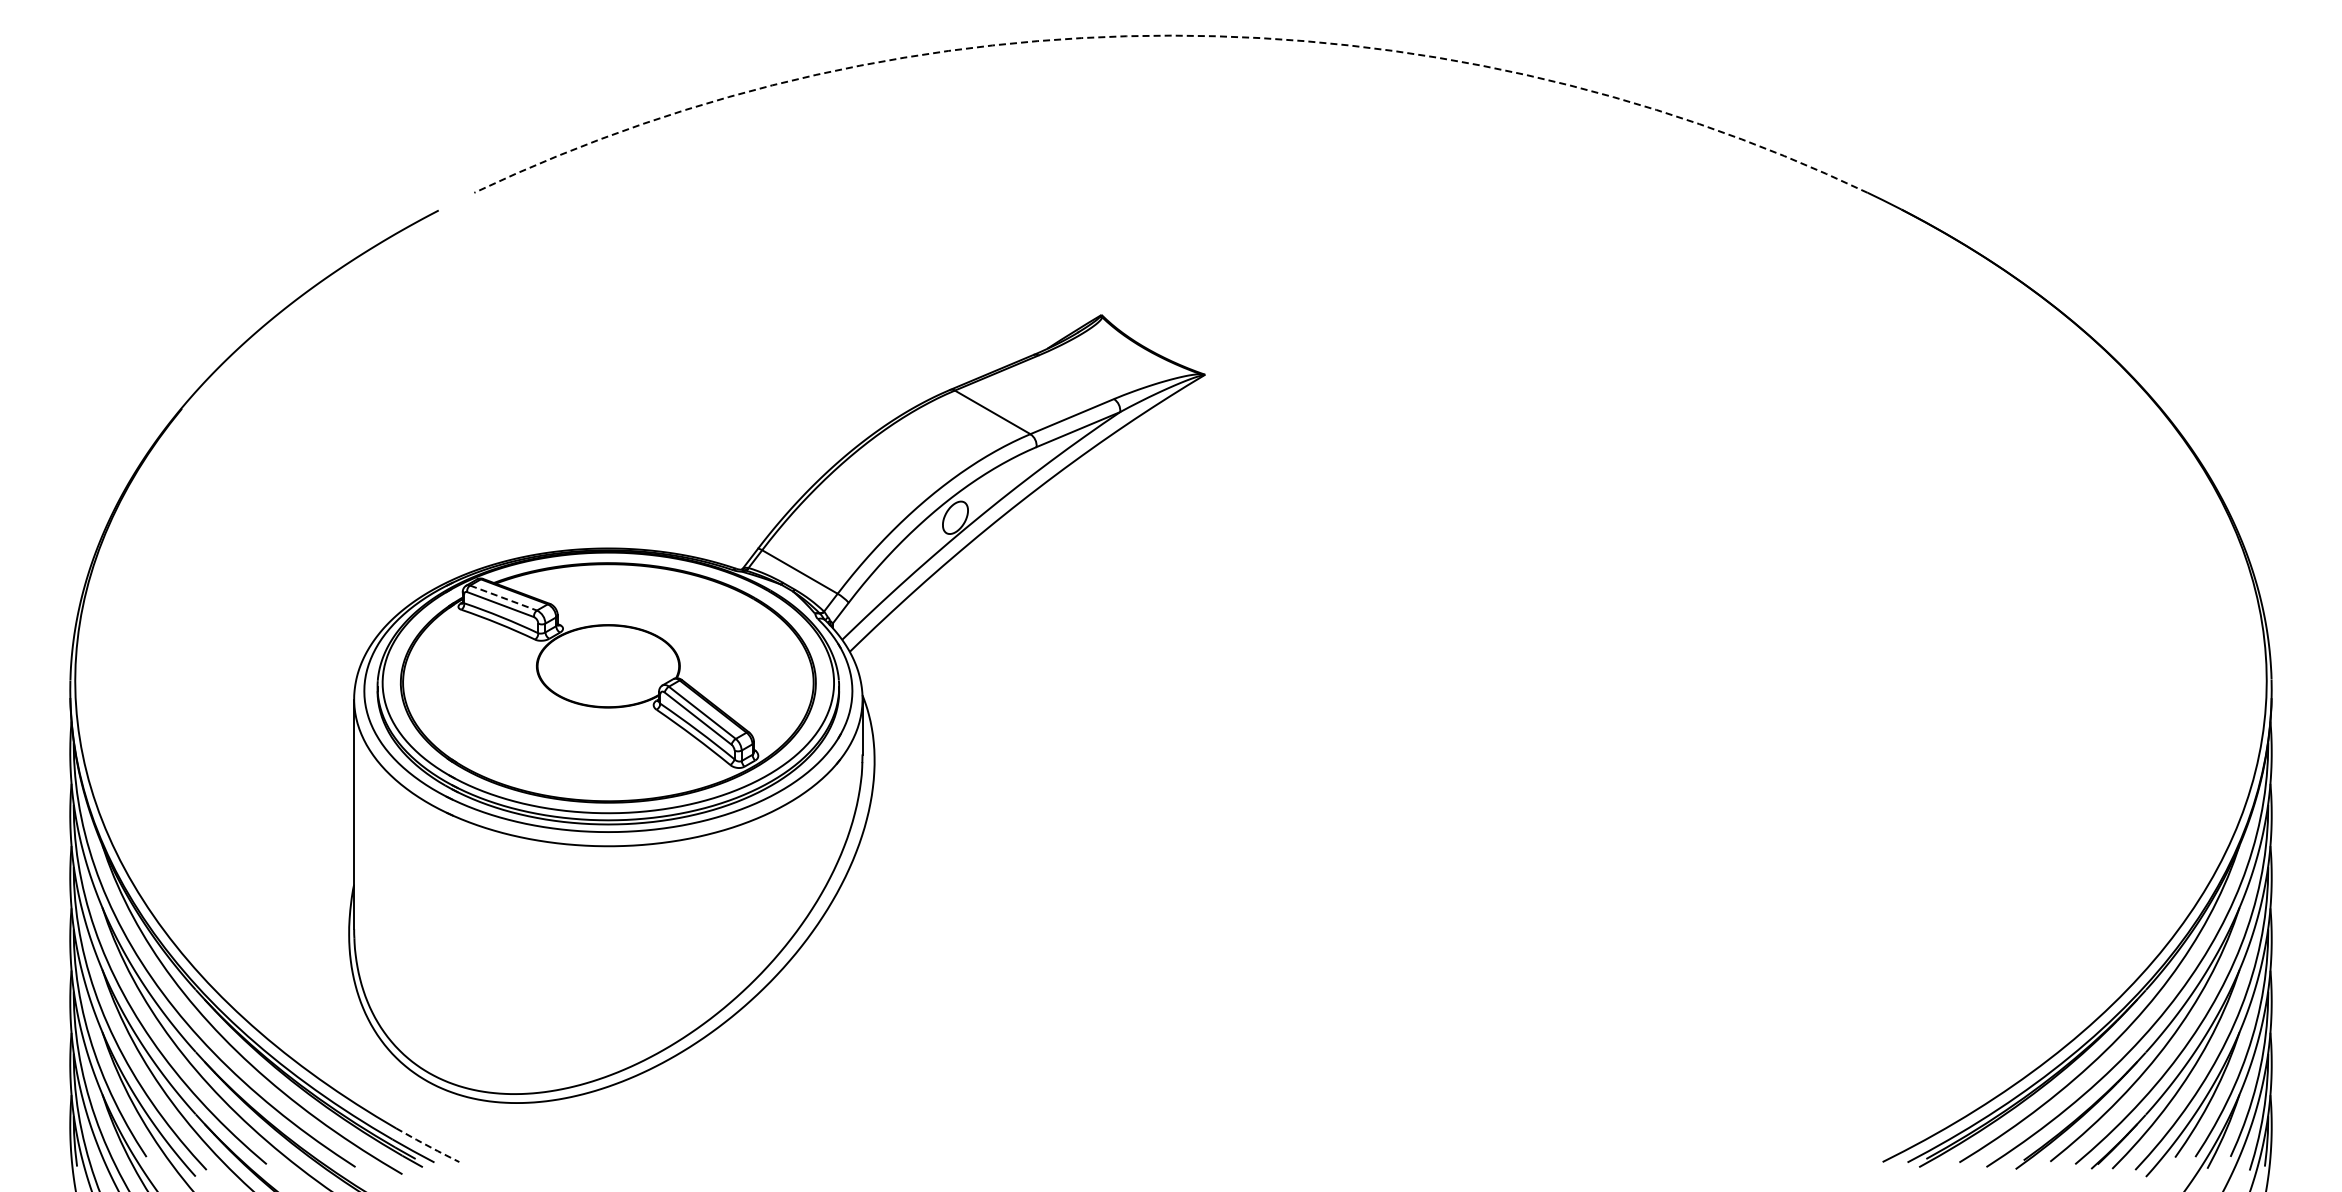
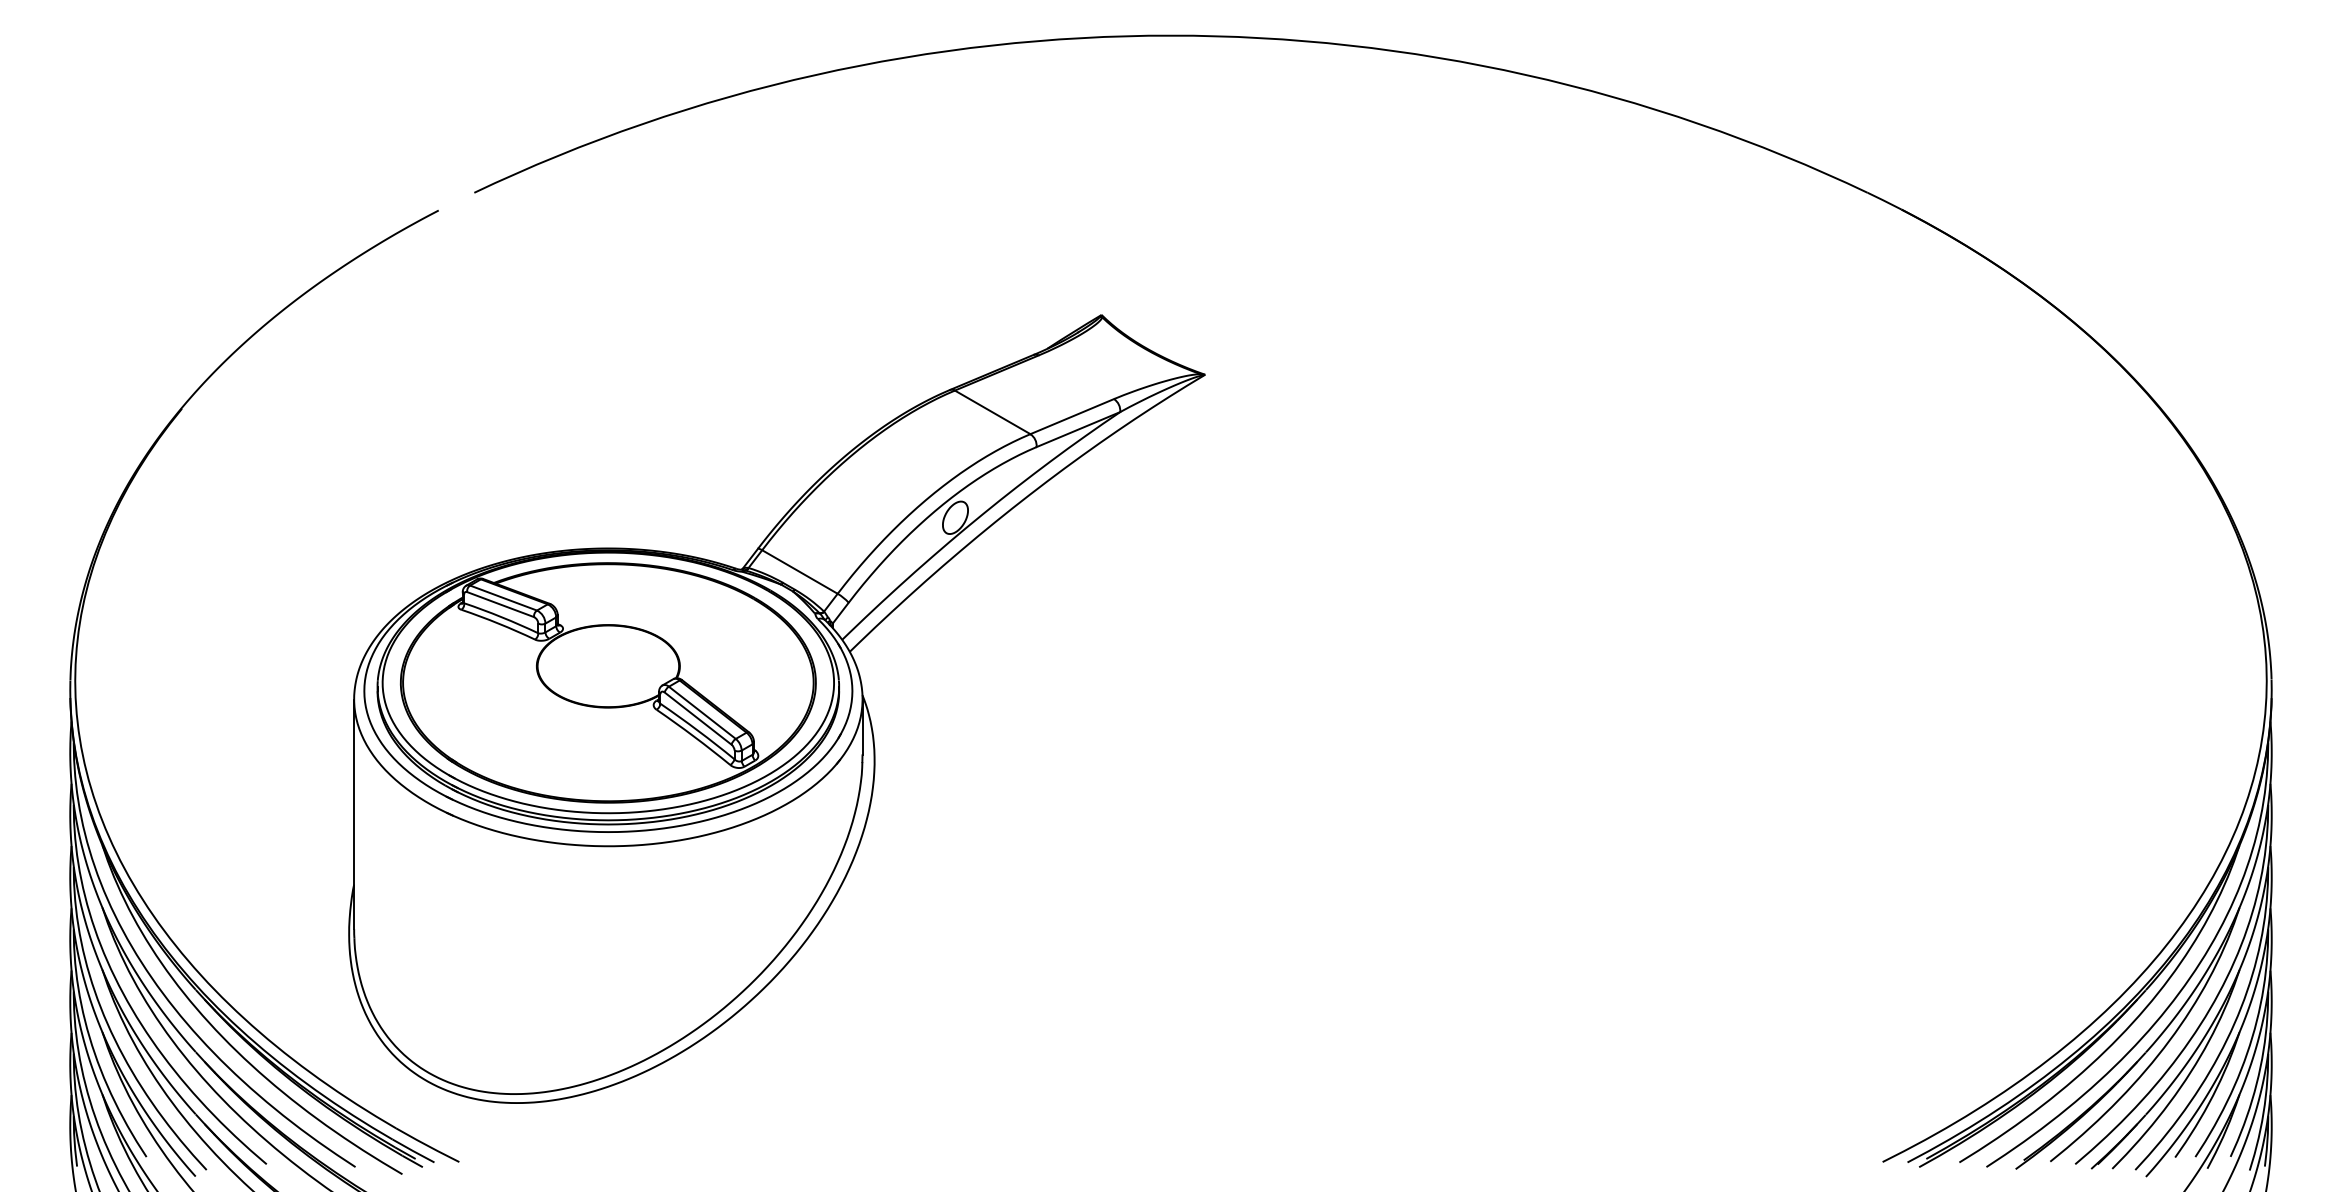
arc at (1170, 35): dashed -> solid
line at (503, 598): dashed -> solid
line at (428, 1145): dashed -> solid
